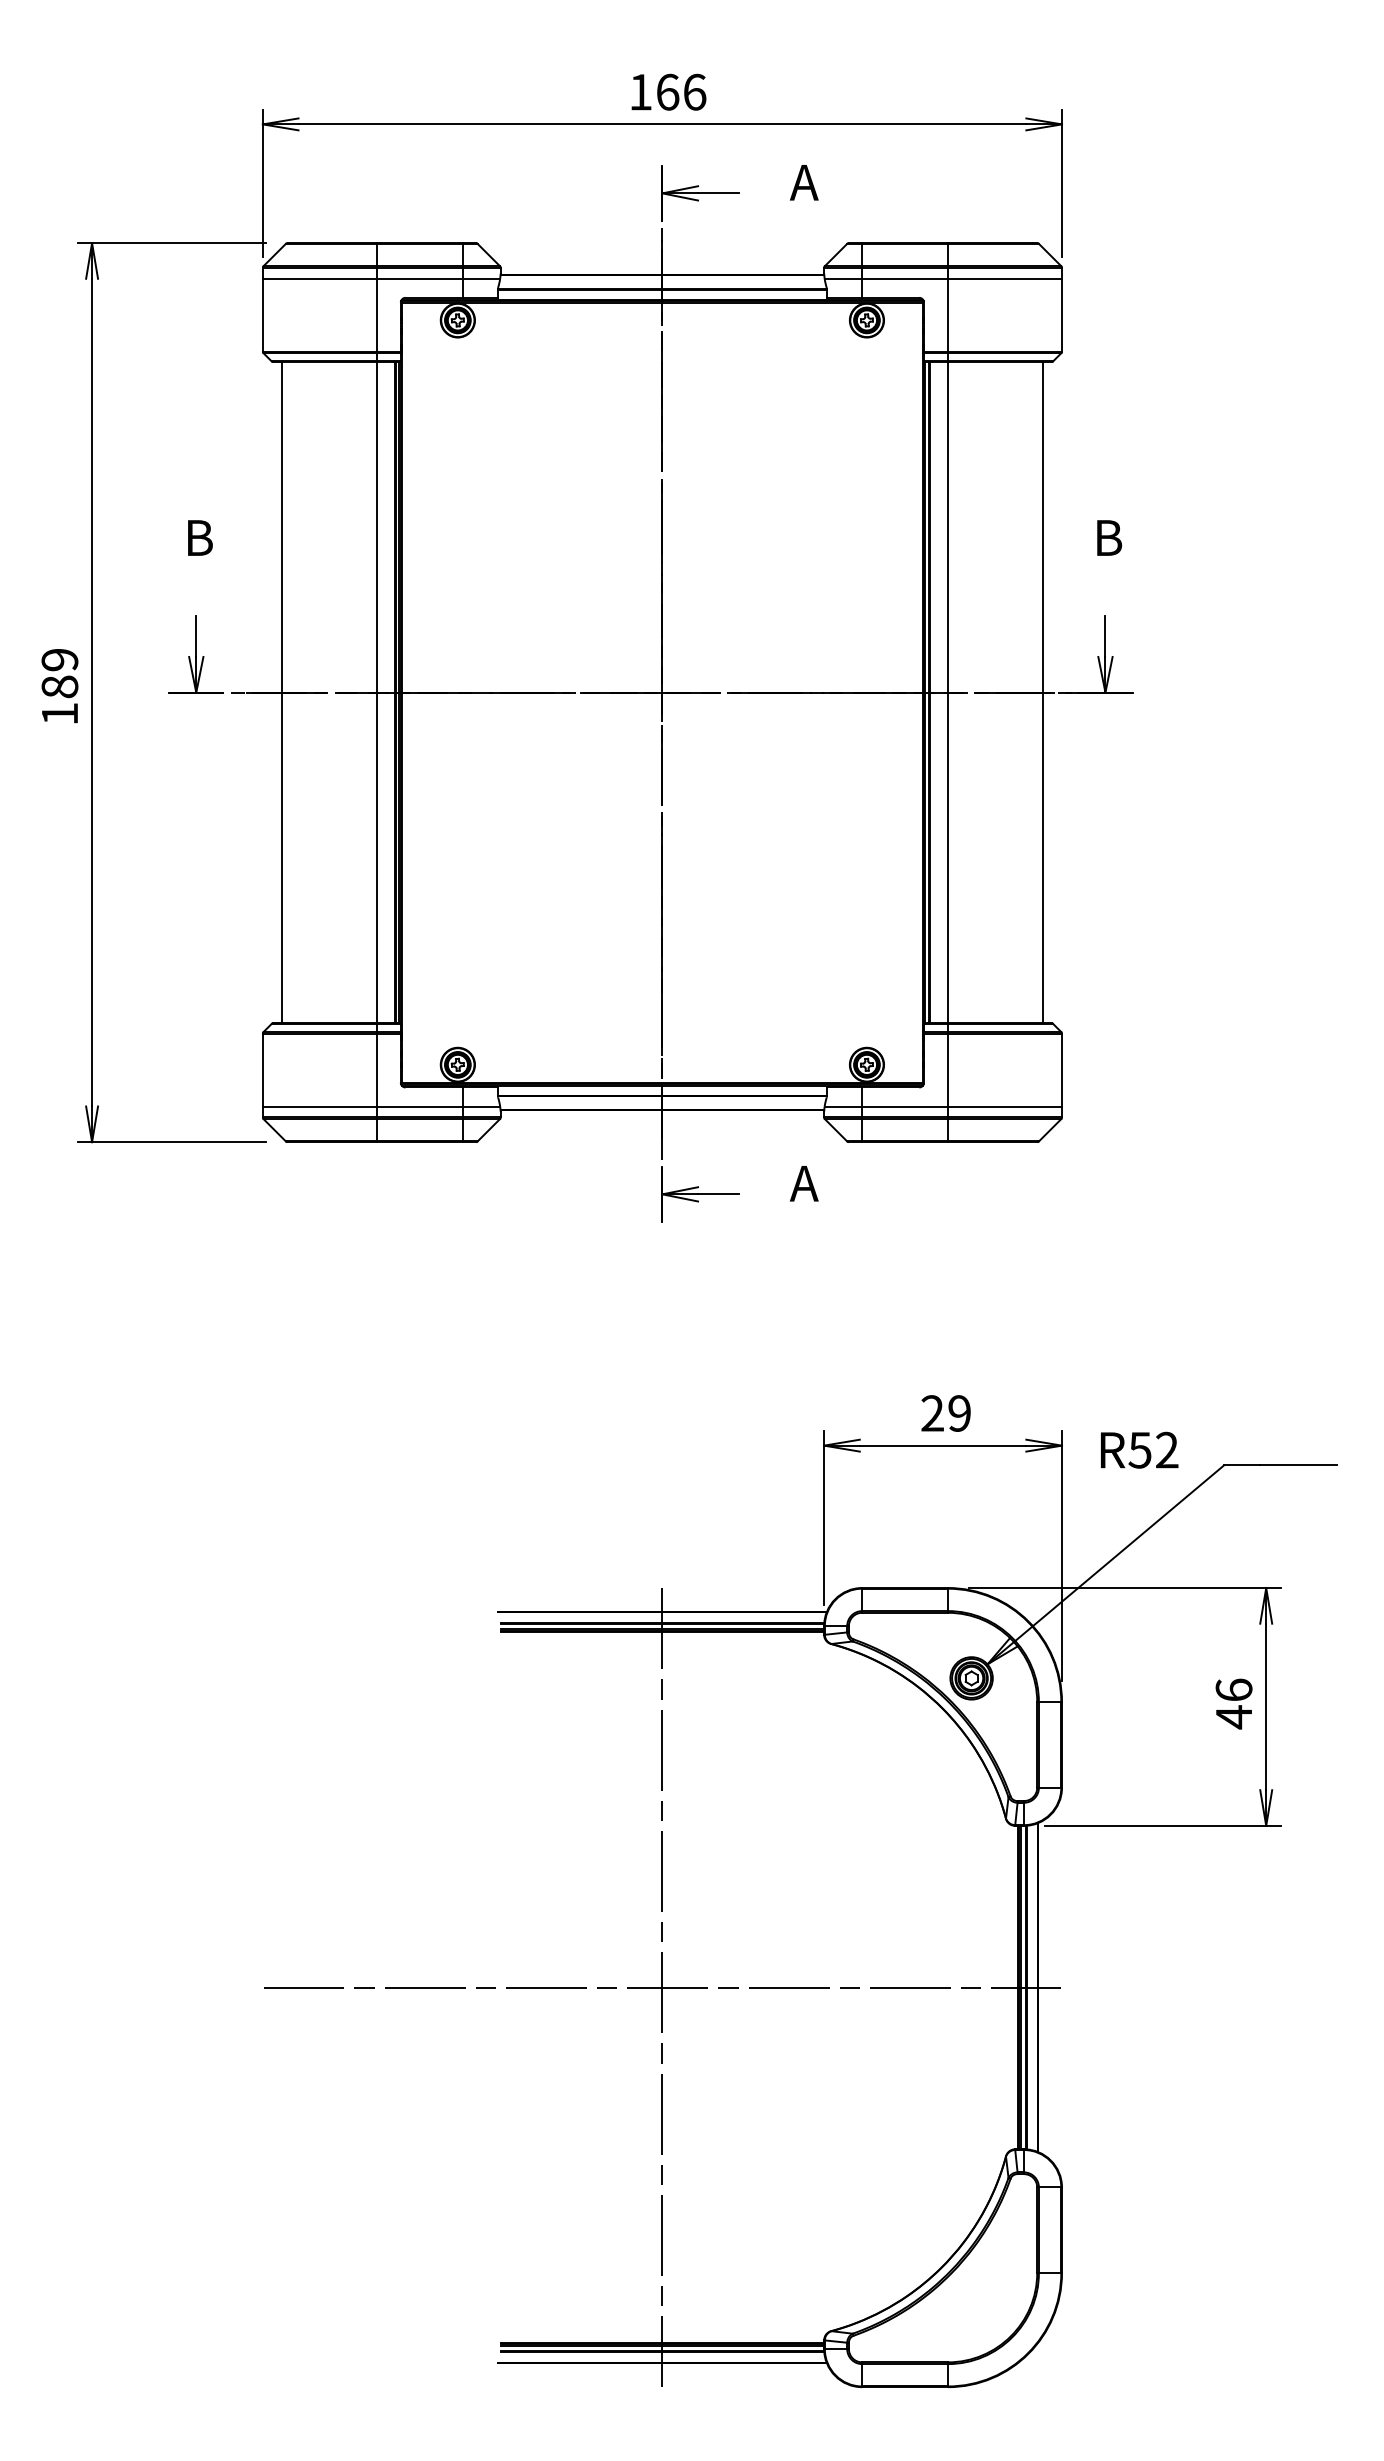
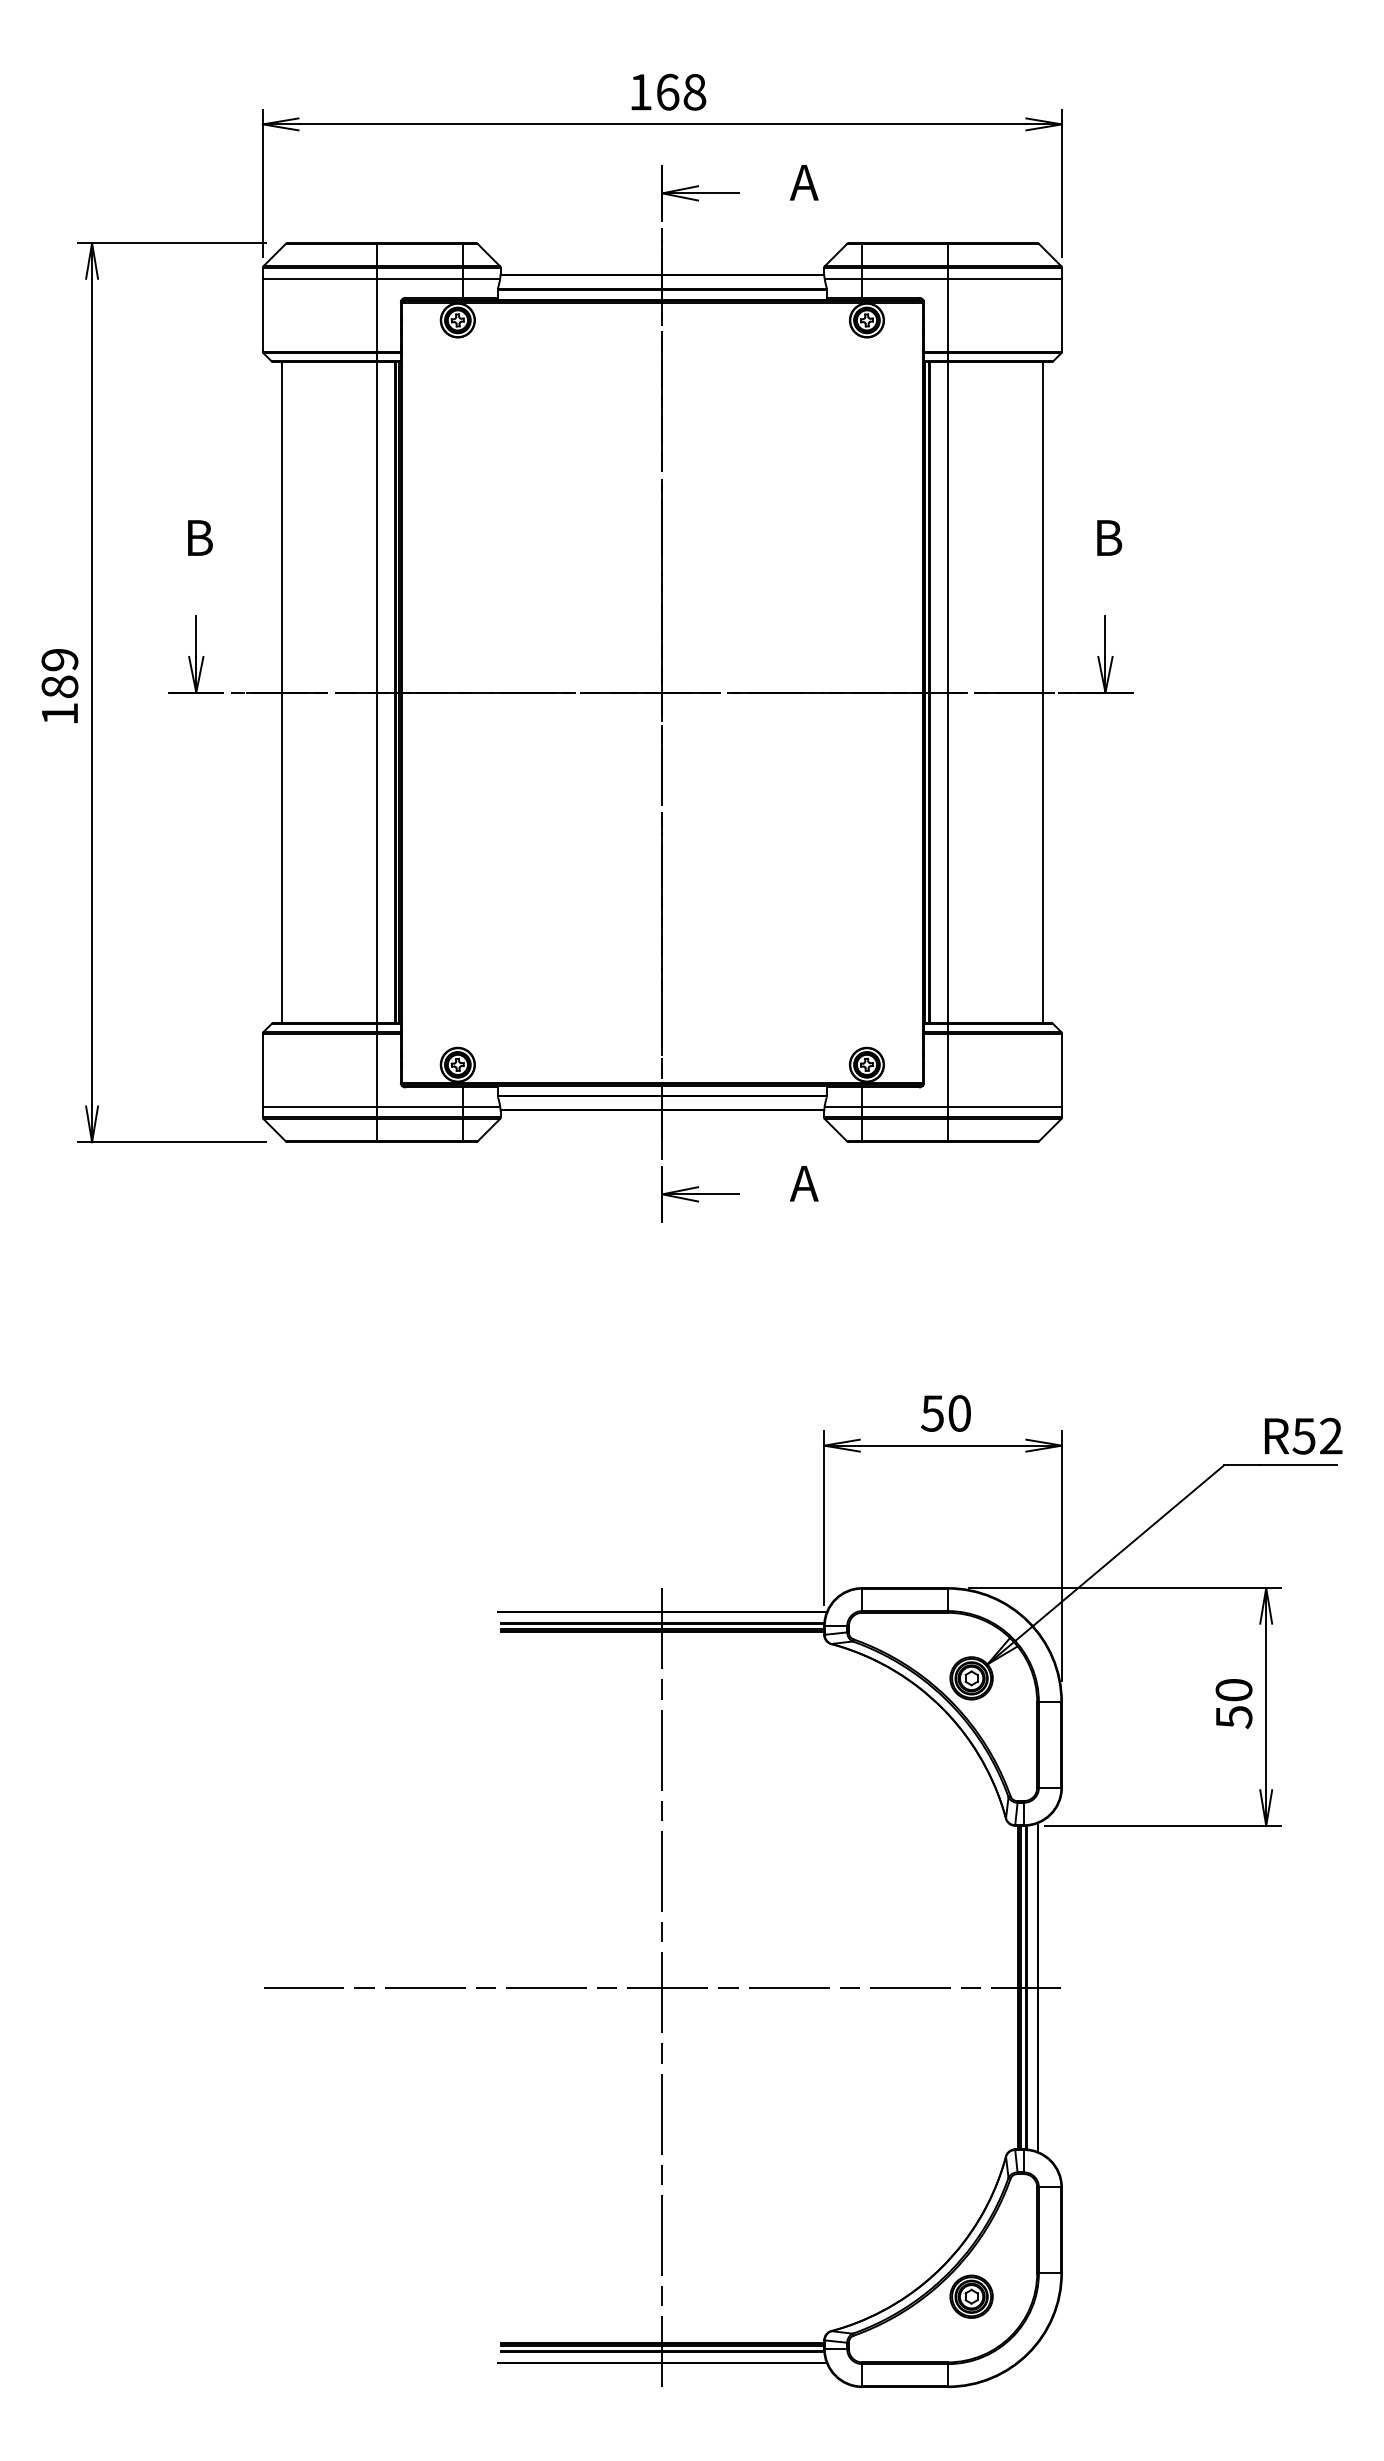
text at (694, 91): 166 -> 168
text at (945, 1413): 29 -> 50
text at (1139, 1449) position: (1139, 1449) -> (1303, 1435)
text at (1233, 1703): 46 -> 50
part at (971, 2296): none -> present
